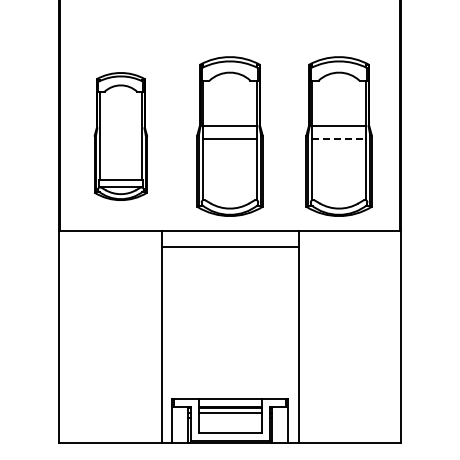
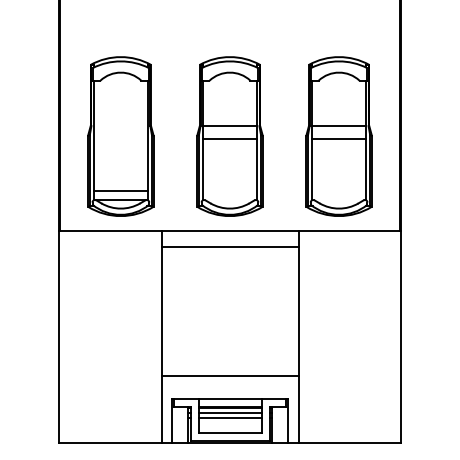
part at (120, 136) size: 55x129 px -> 68x161 px
line at (339, 138): dashed -> solid
line at (229, 375): none -> present
line at (230, 417): none -> present
